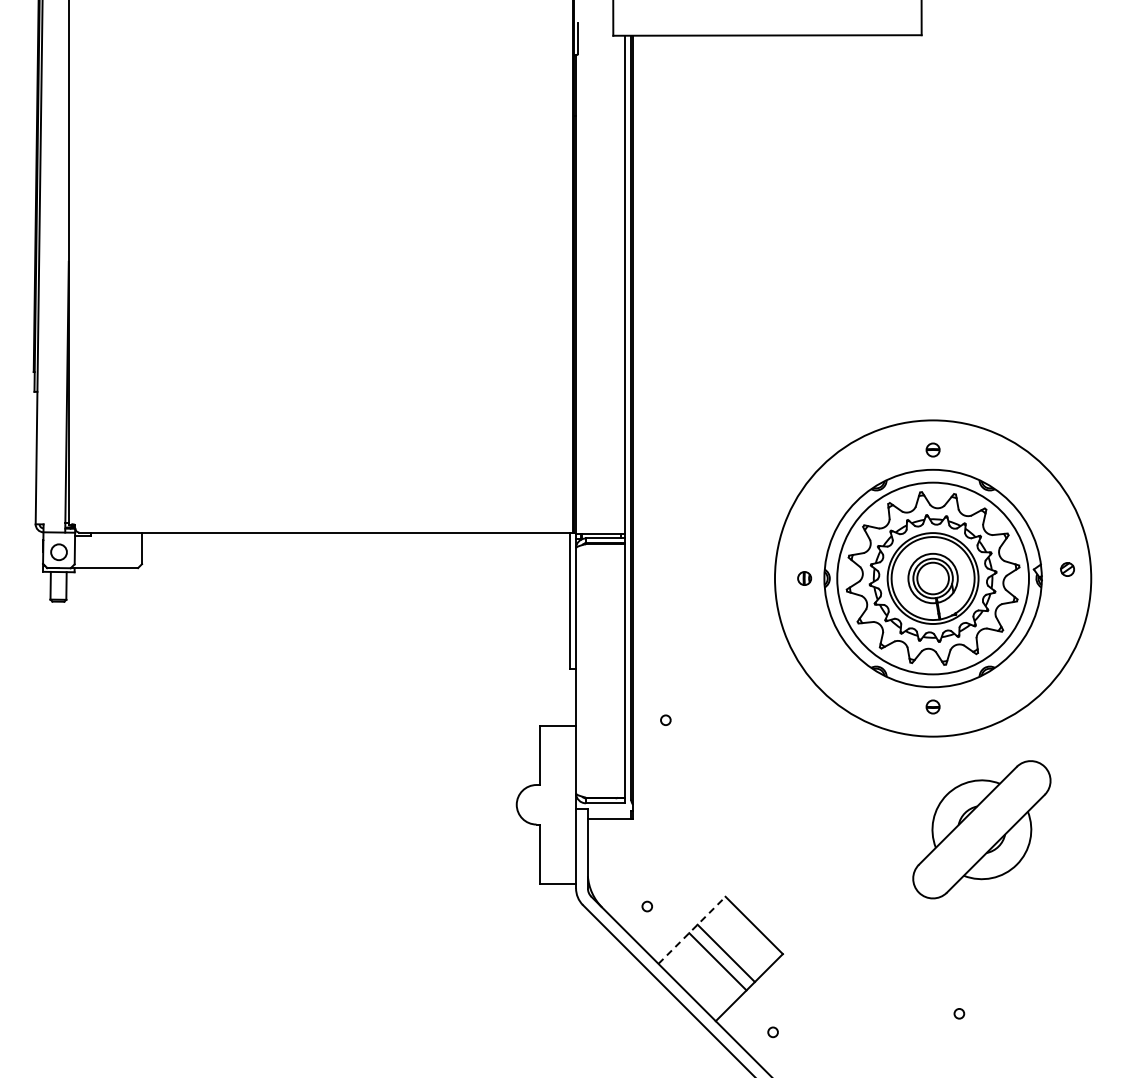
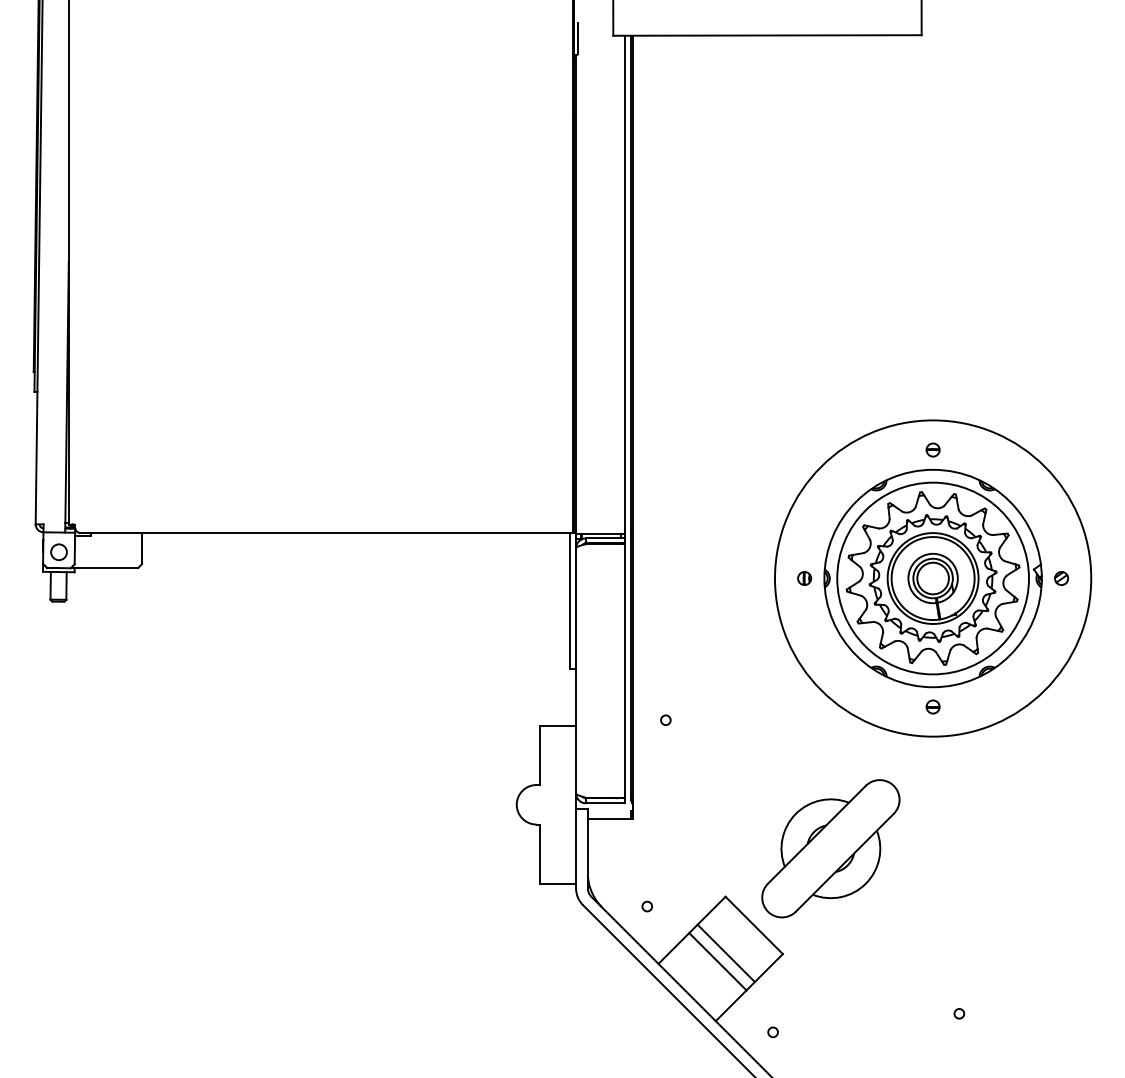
part at (1067, 569) position: (1067, 569) -> (1061, 578)
part at (981, 829) position: (981, 829) -> (830, 848)
line at (692, 929): dashed -> solid
